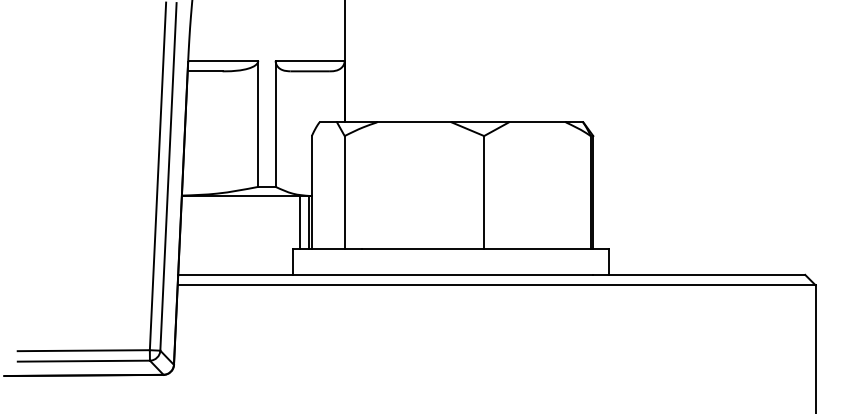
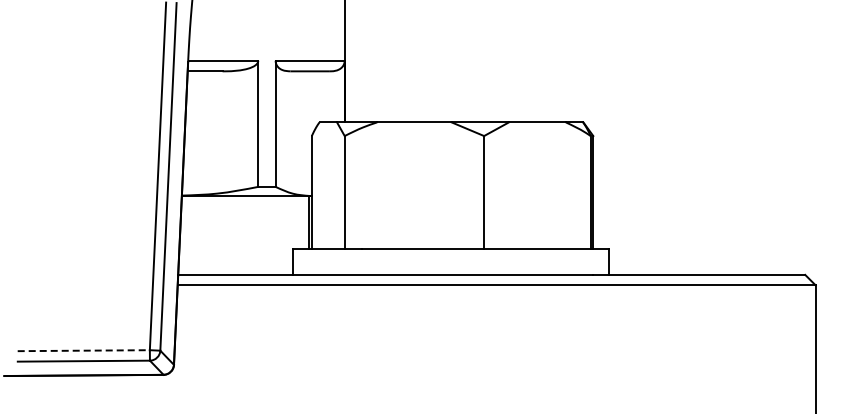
line at (299, 222): present -> none
line at (84, 350): solid -> dashed
